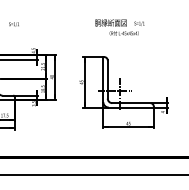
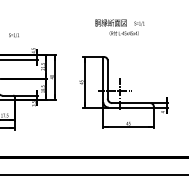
text at (13, 24) position: (13, 24) -> (13, 35)
